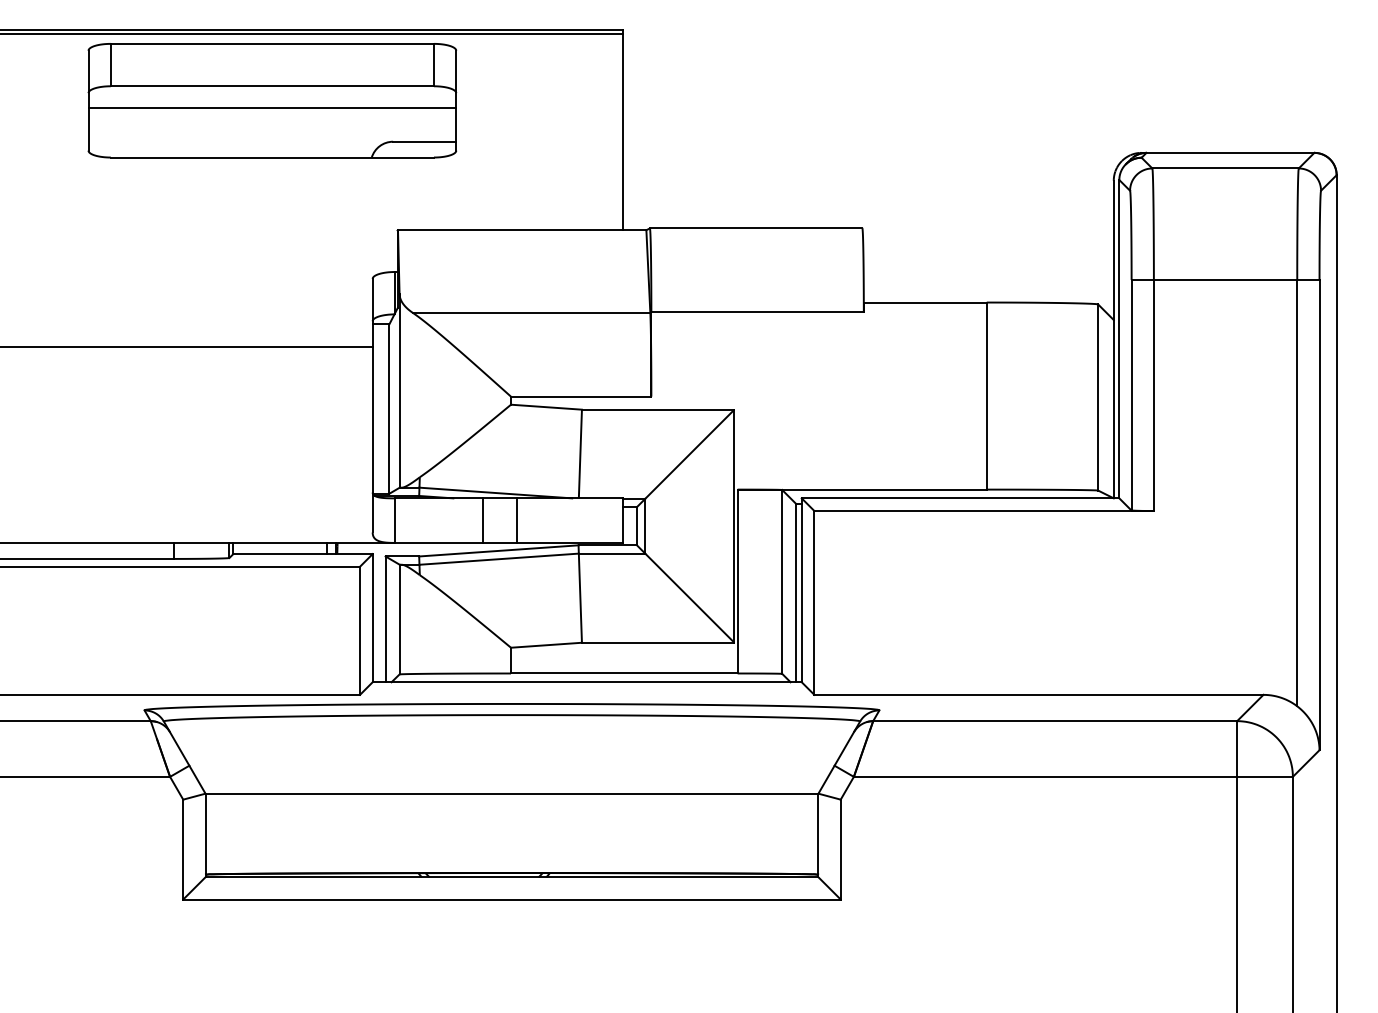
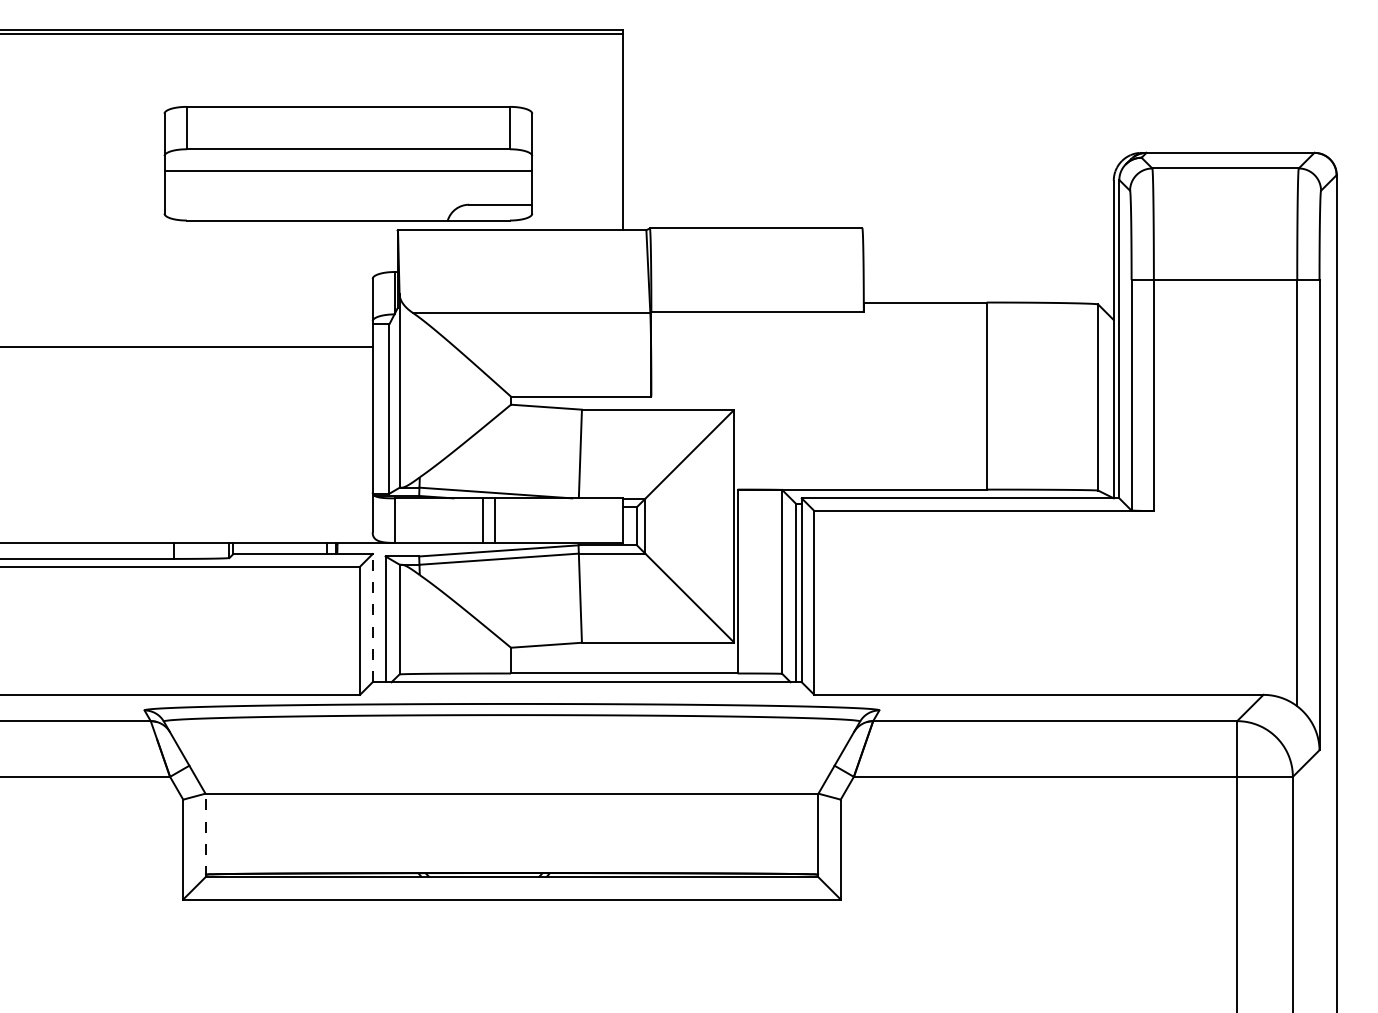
part at (272, 100) position: (272, 100) -> (348, 163)
line at (516, 520) position: (516, 520) -> (494, 520)
line at (372, 617): solid -> dashed
line at (205, 835): solid -> dashed
